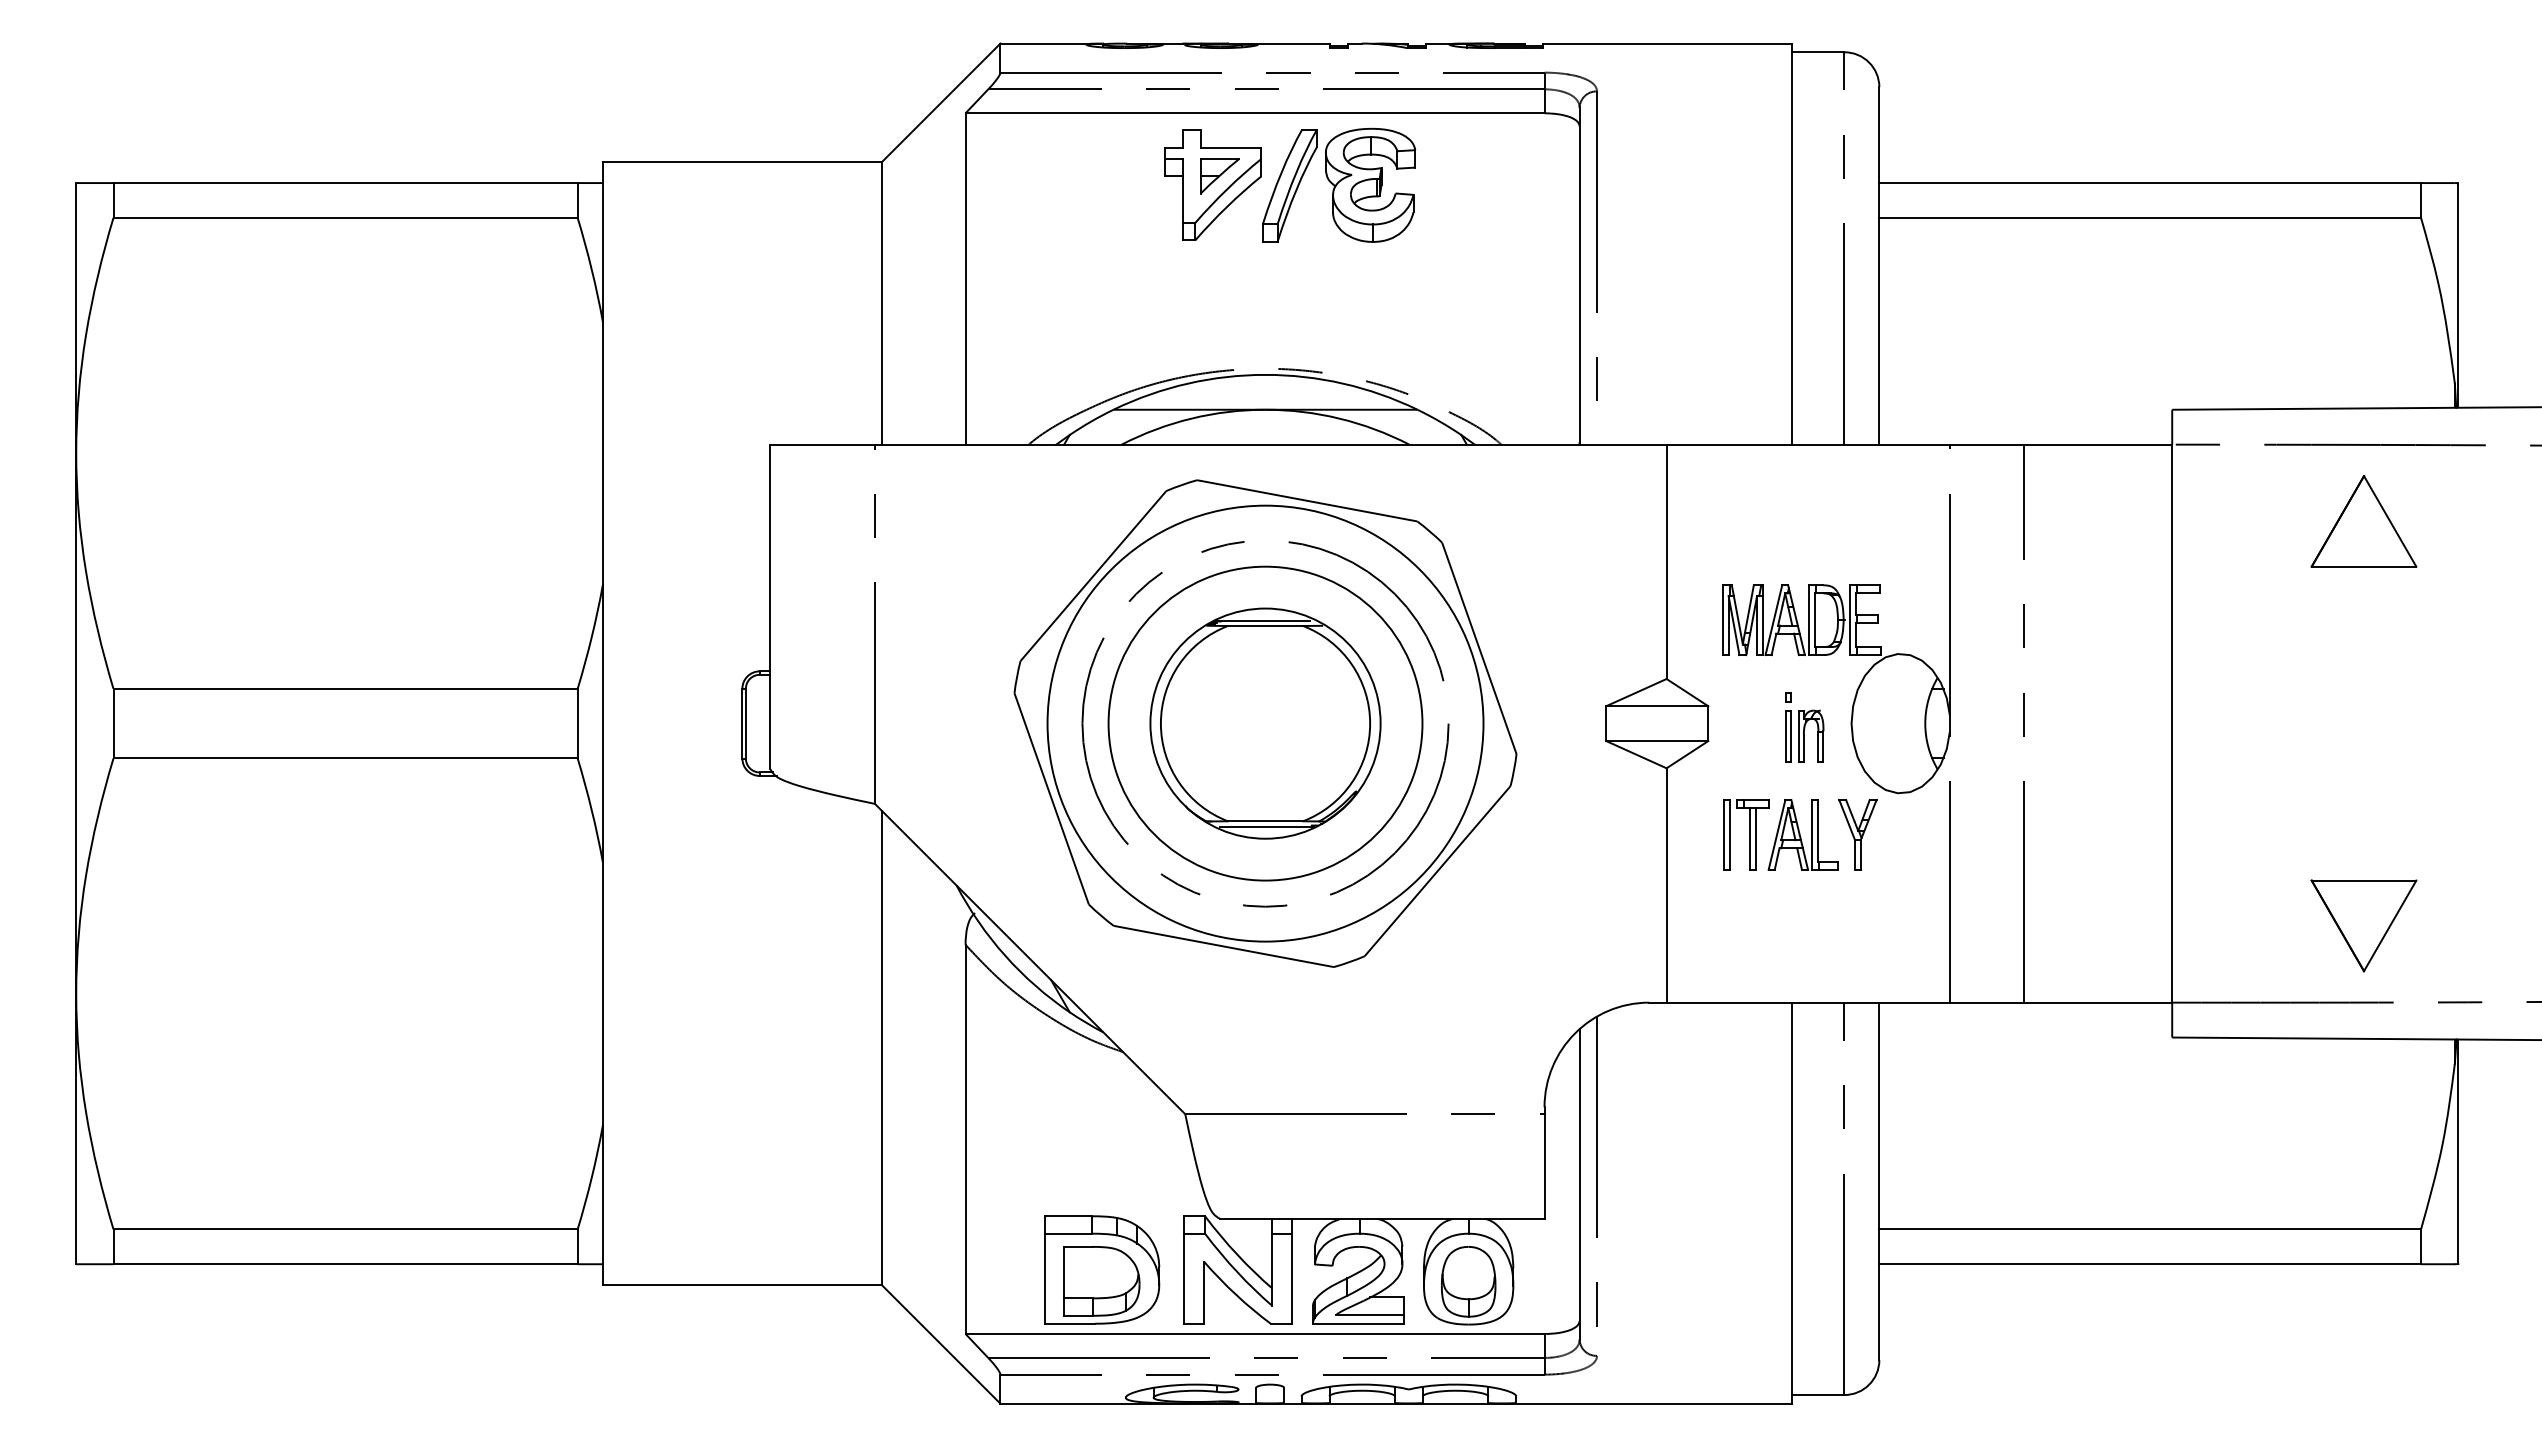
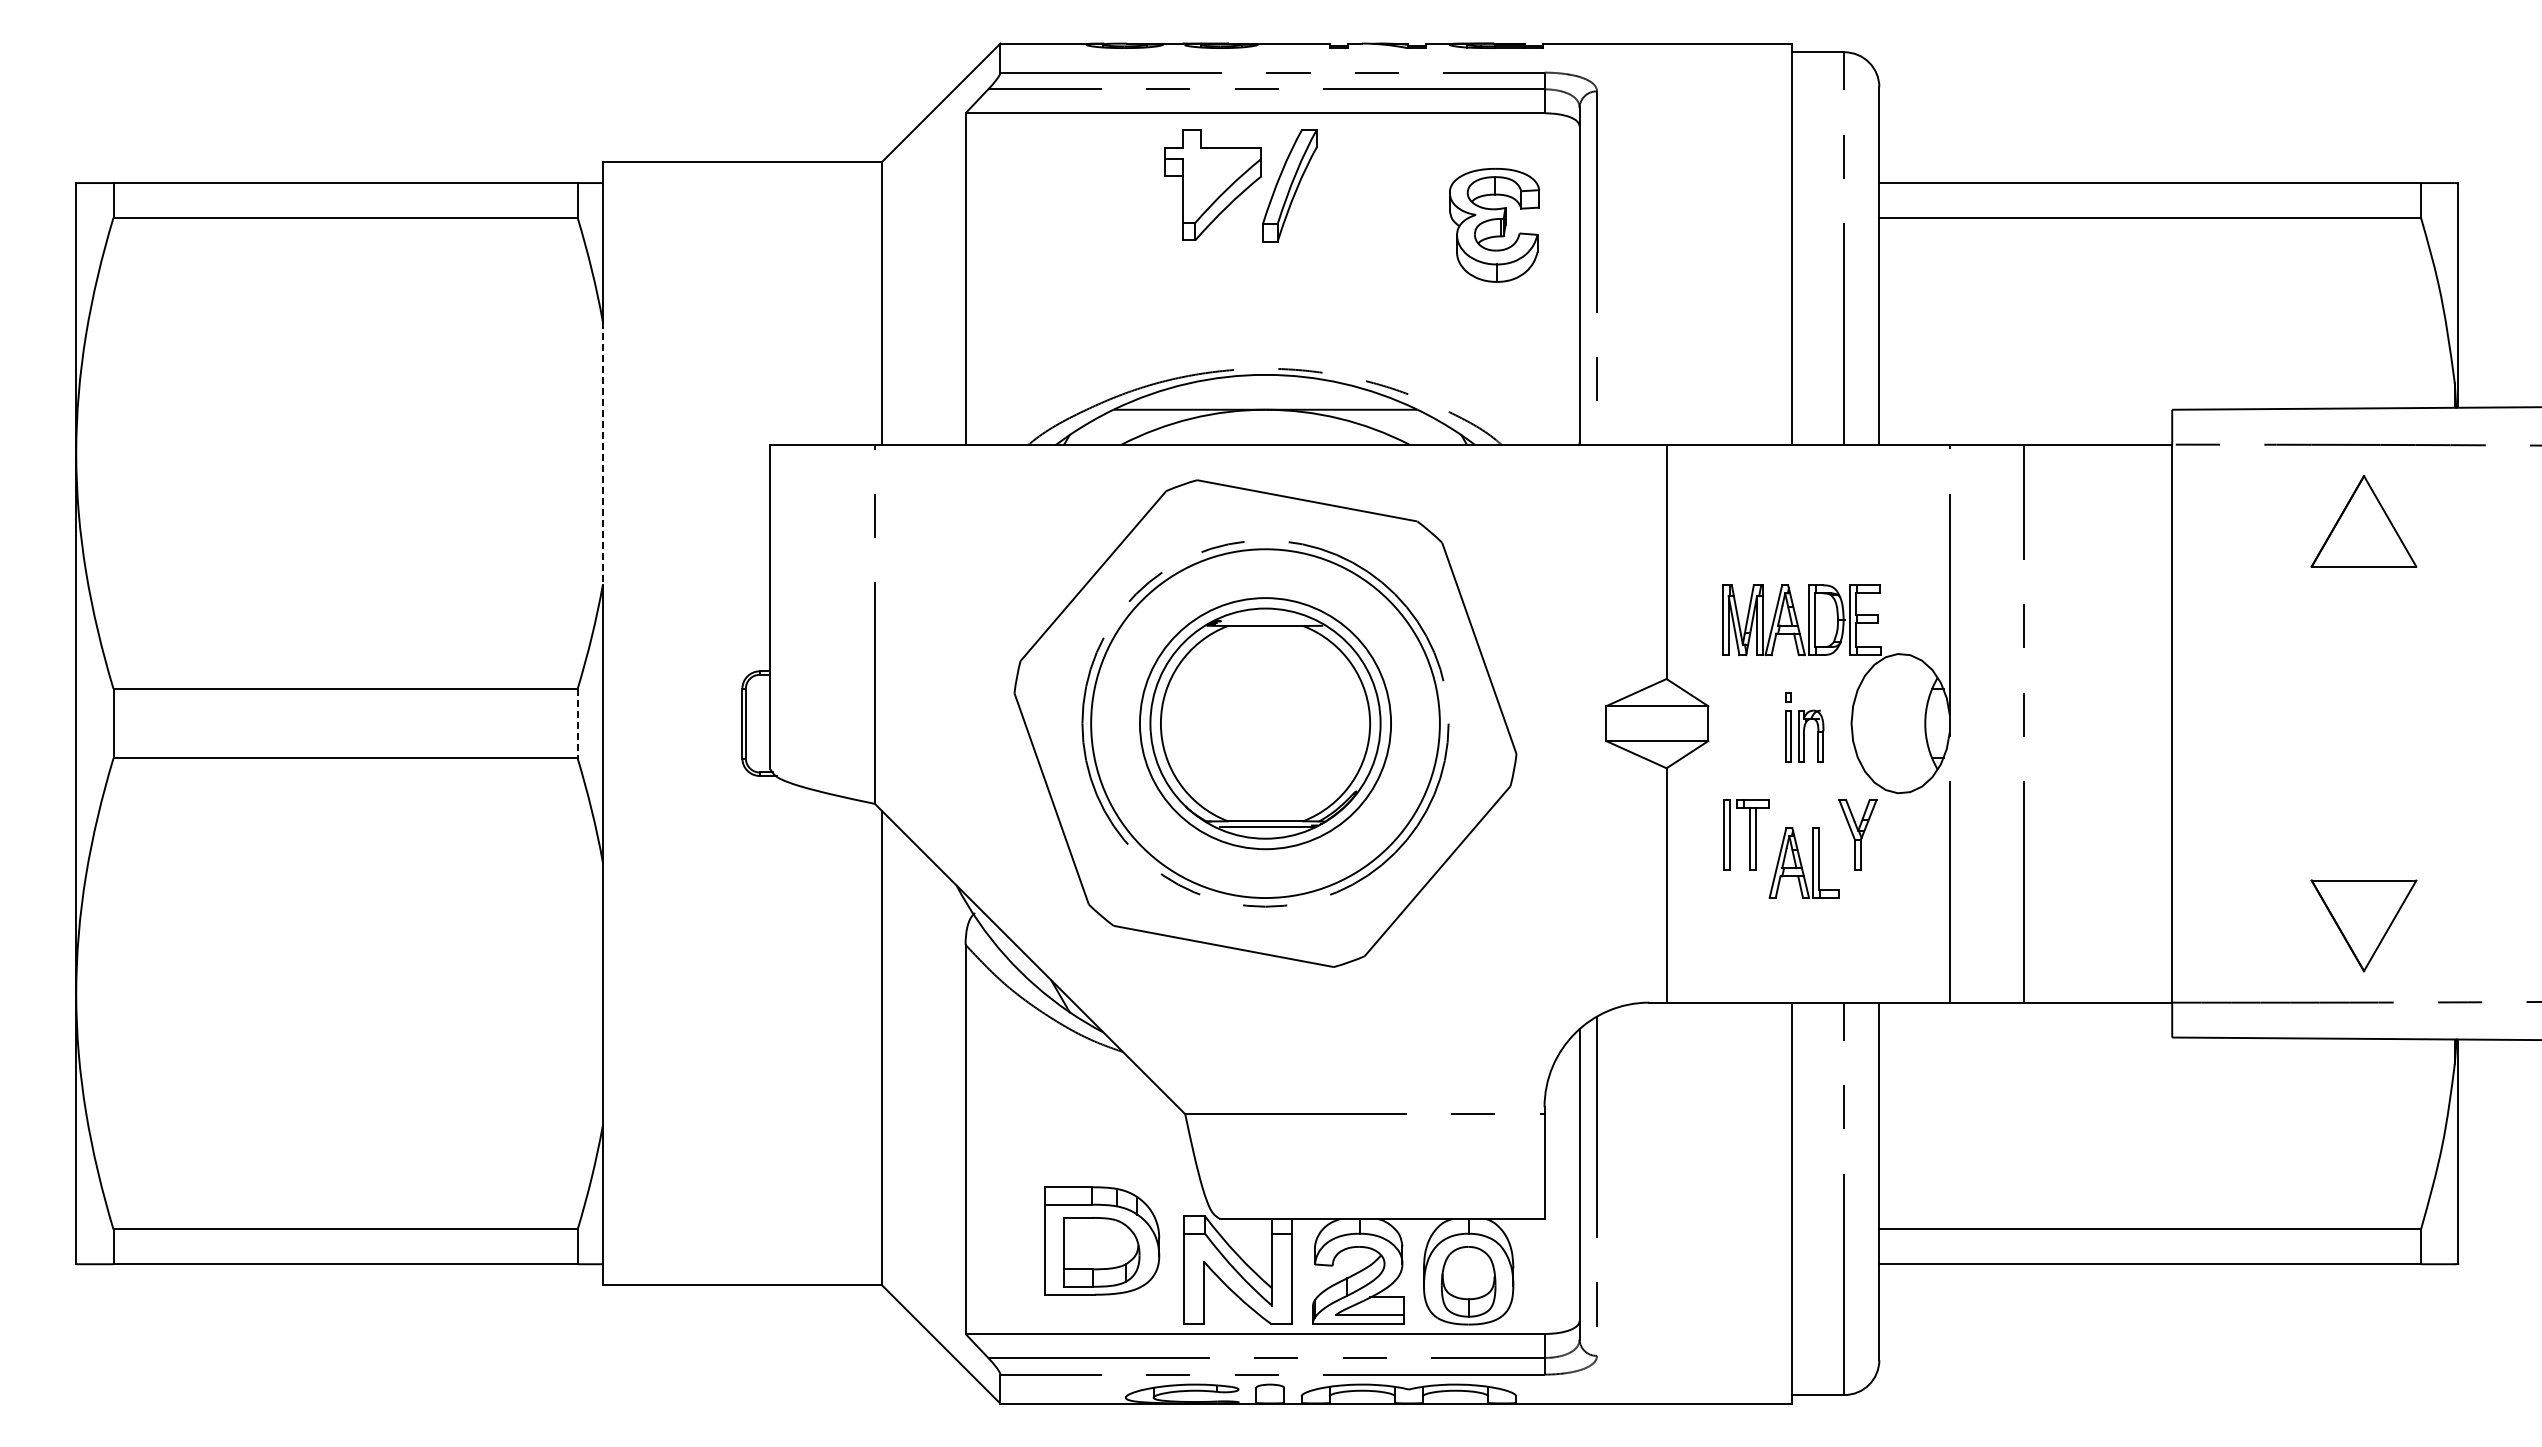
part at (1219, 176): present -> none
part at (1370, 184) position: (1370, 184) -> (1494, 224)
line at (602, 453): solid -> dashed
line at (1262, 620): present -> none
line at (577, 723): solid -> dashed
circle at (1265, 723) diameter: 314 px -> 251 px
circle at (1265, 723) diameter: 436 px -> 349 px
part at (1802, 834) position: (1802, 834) -> (1803, 862)
part at (1102, 1269) position: (1102, 1269) -> (1102, 1240)
